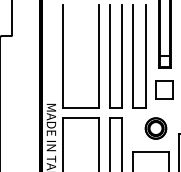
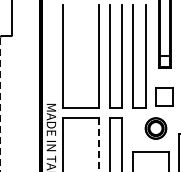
part at (164, 89) position: (164, 89) -> (164, 96)
line at (0, 104): solid -> dashed
line at (99, 144): solid -> dashed
